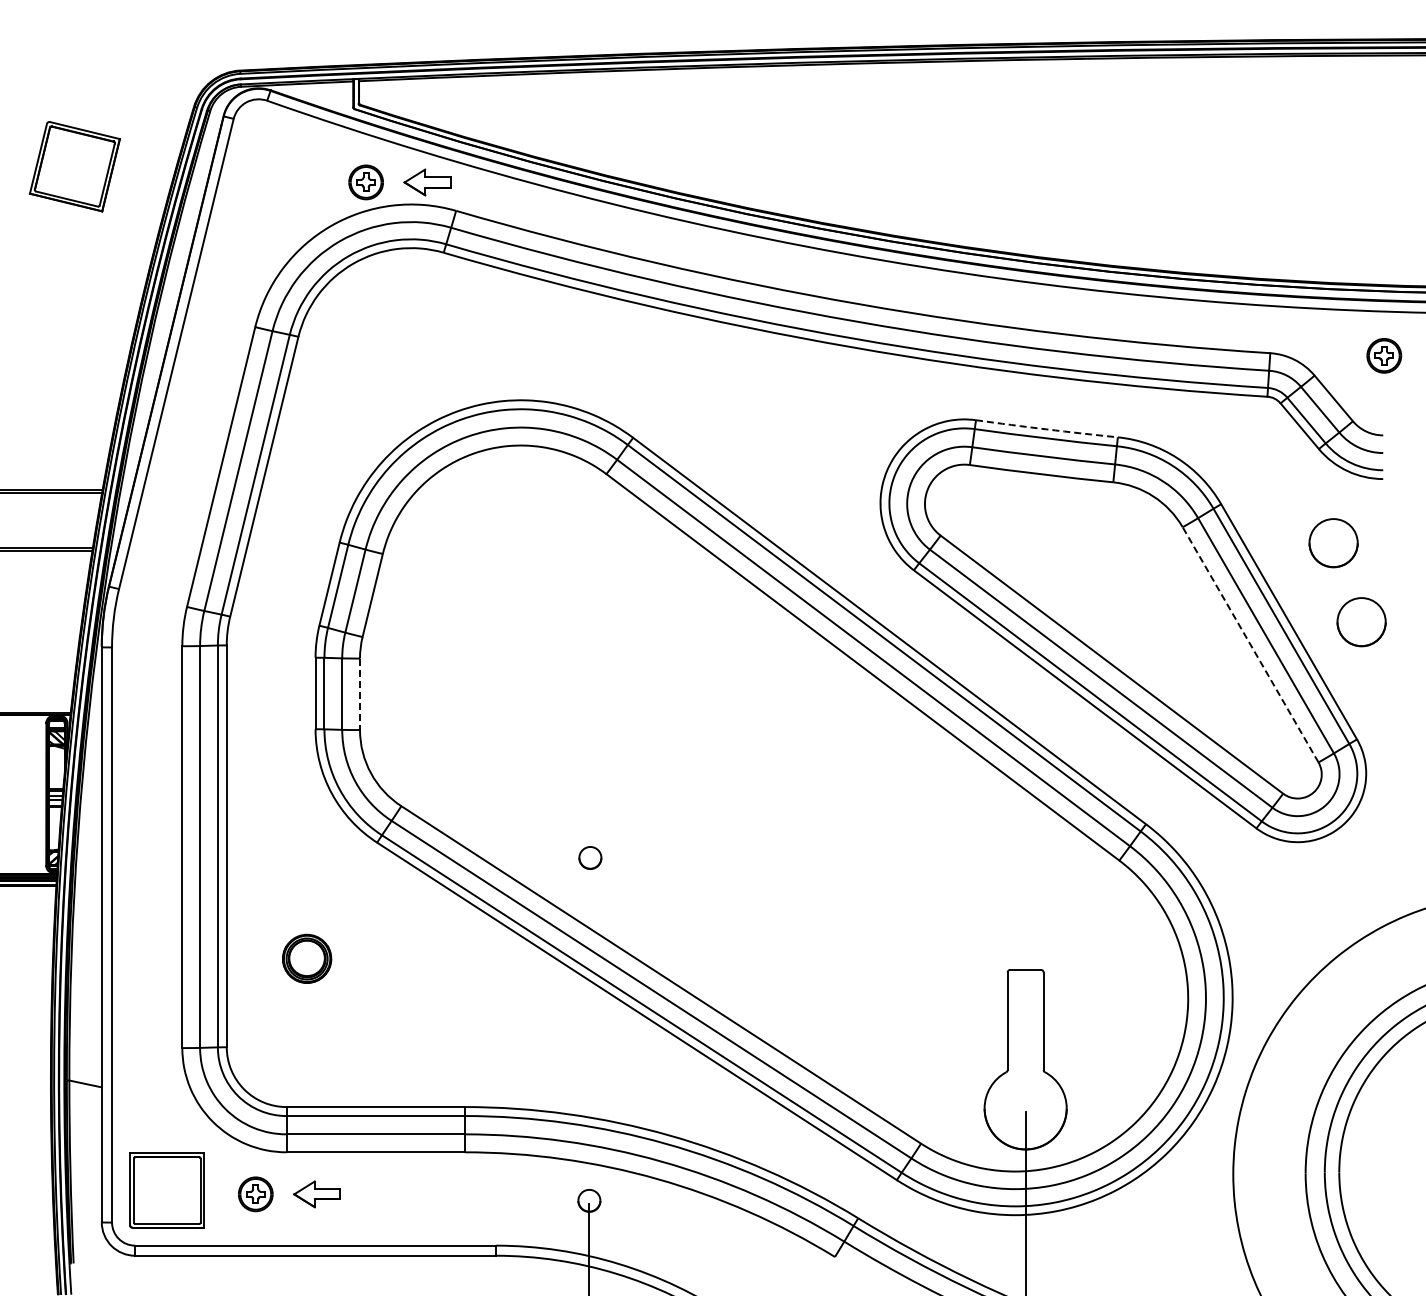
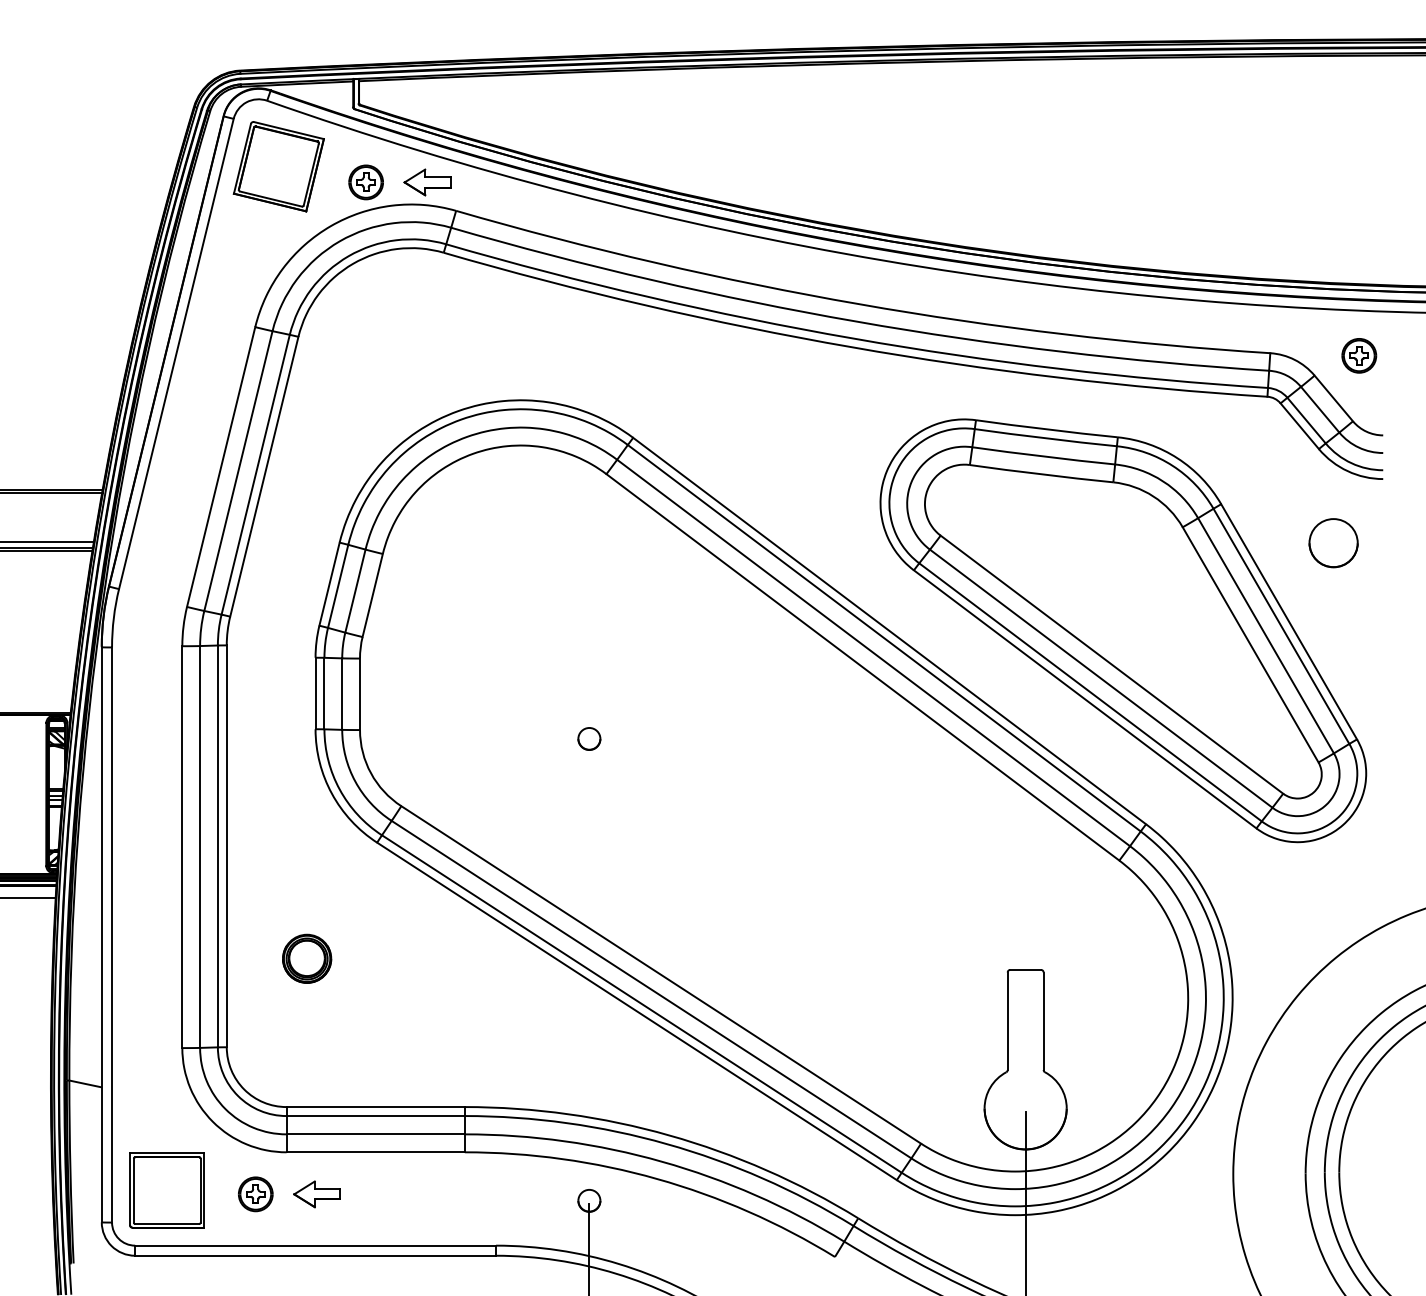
part at (74, 166) position: (74, 166) -> (278, 166)
part at (1384, 355) position: (1384, 355) -> (1359, 355)
arc at (1046, 429): dashed -> solid
line at (47, 542): none -> present
part at (1361, 622): present -> none
line at (1250, 644): dashed -> solid
line at (360, 694): dashed -> solid
part at (590, 857) position: (590, 857) -> (589, 738)
line at (29, 898): none -> present
